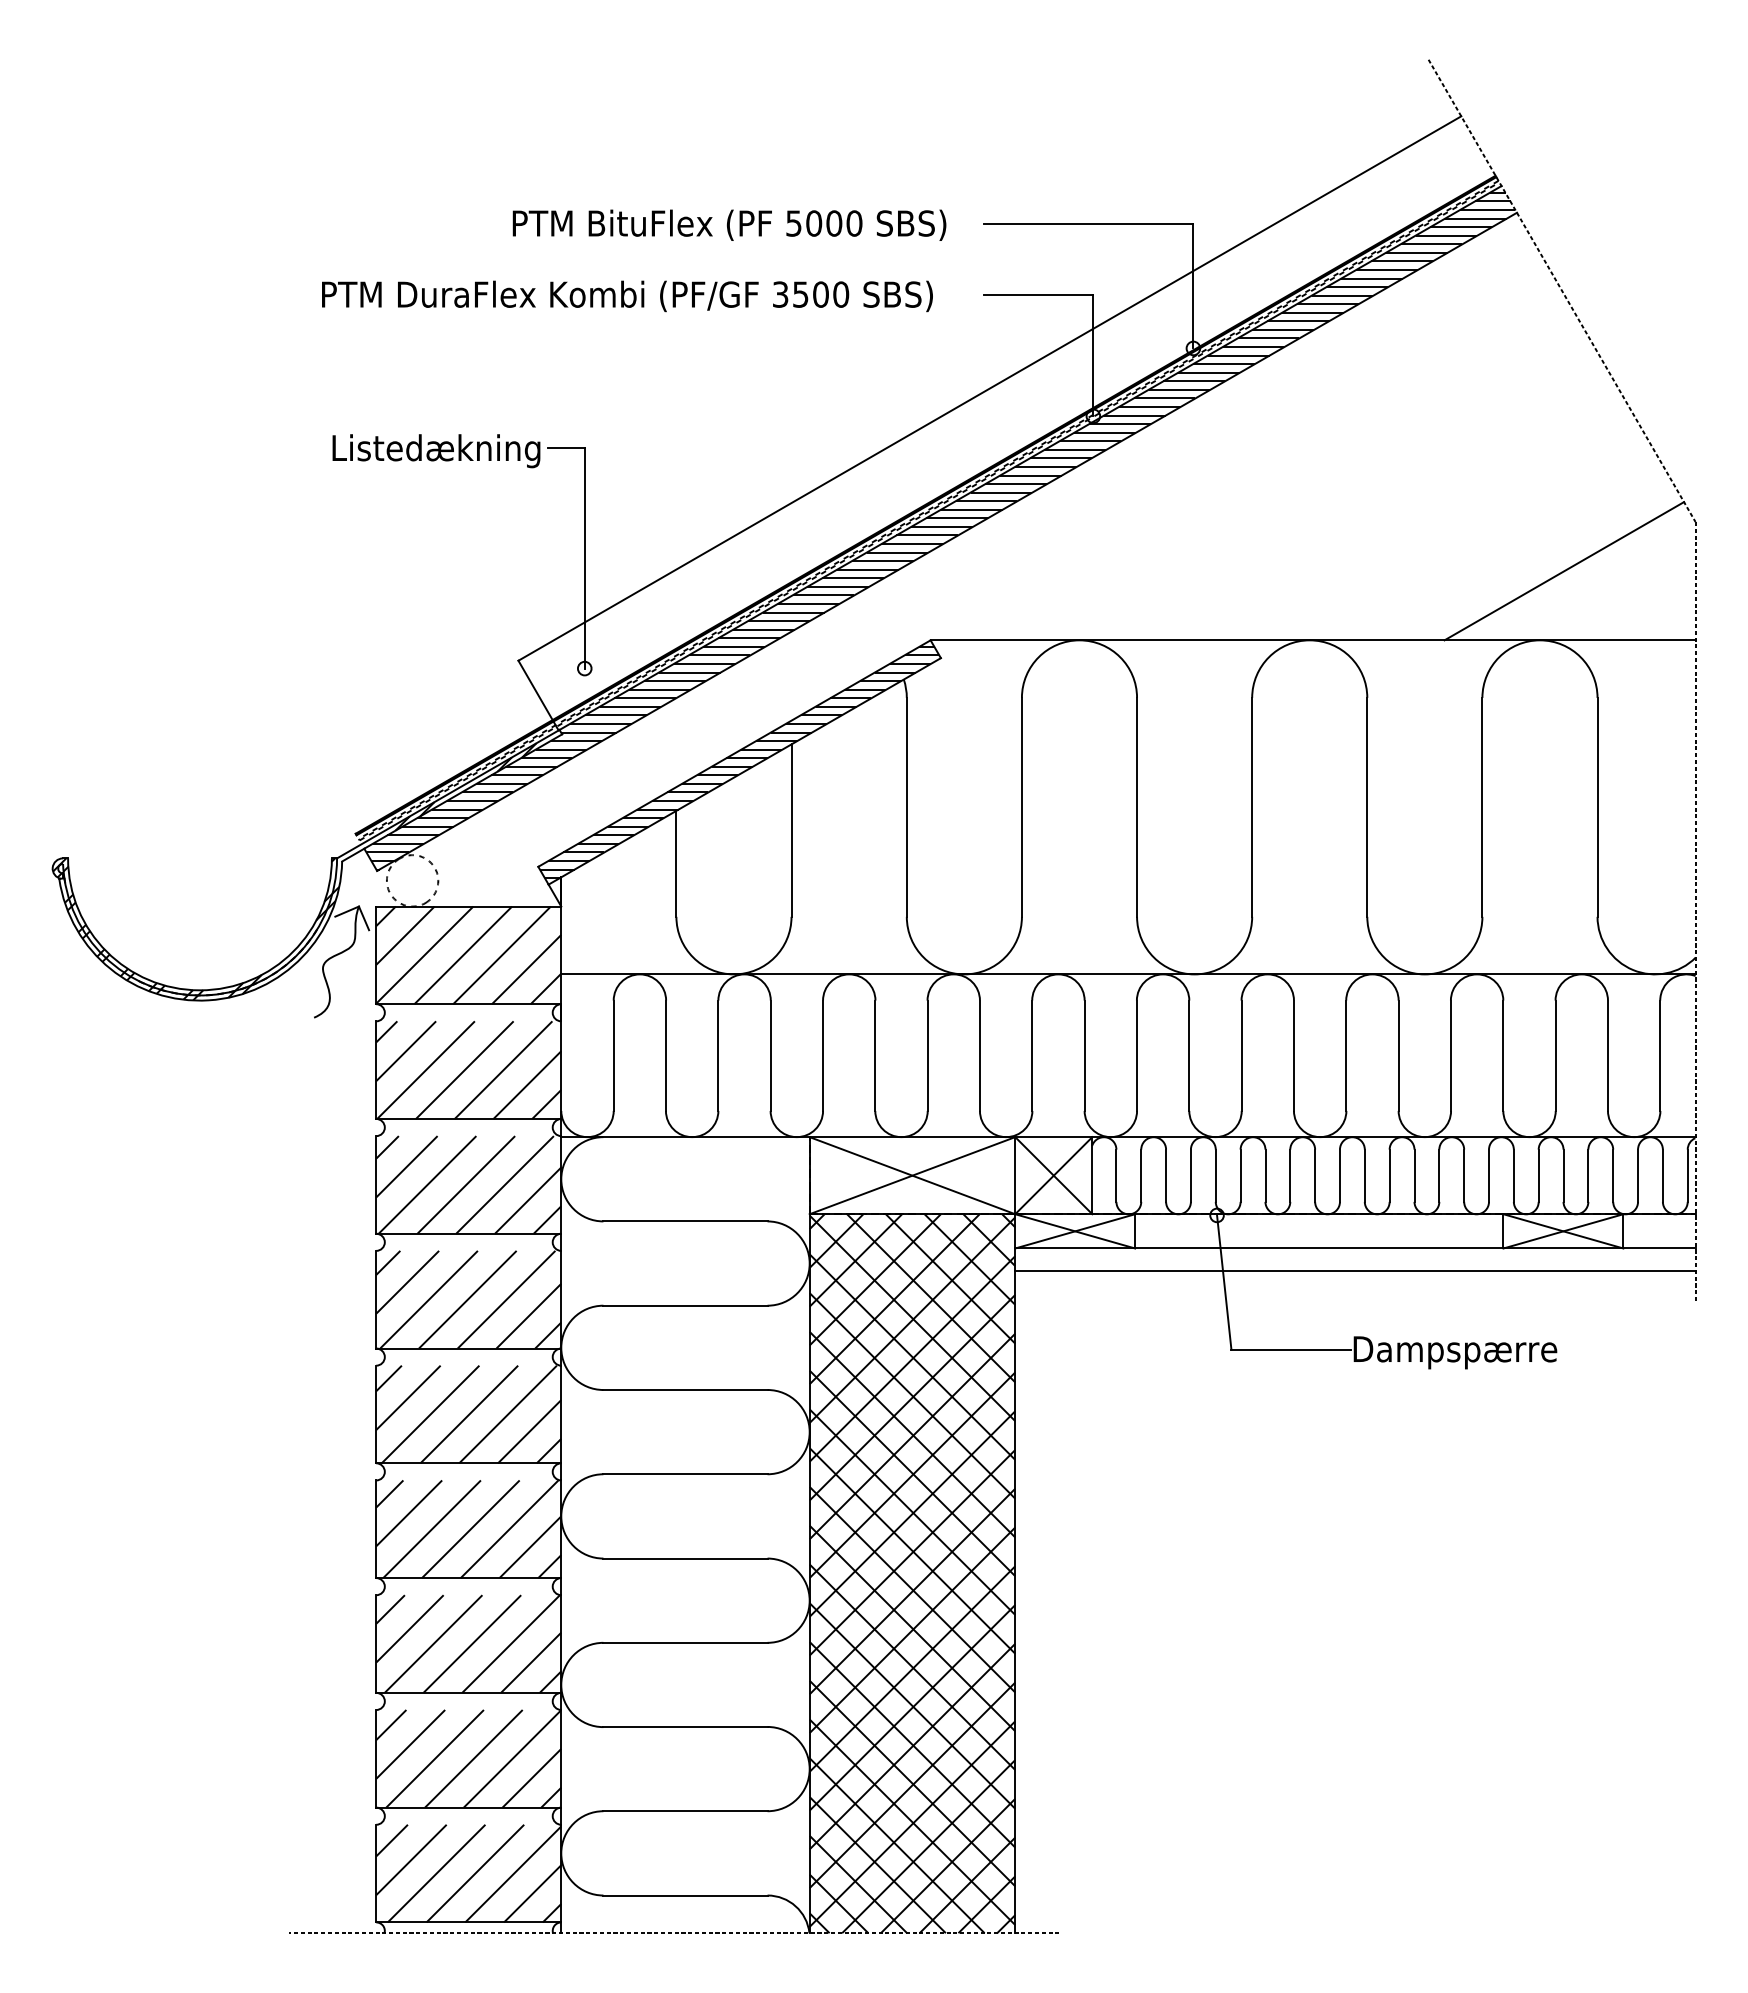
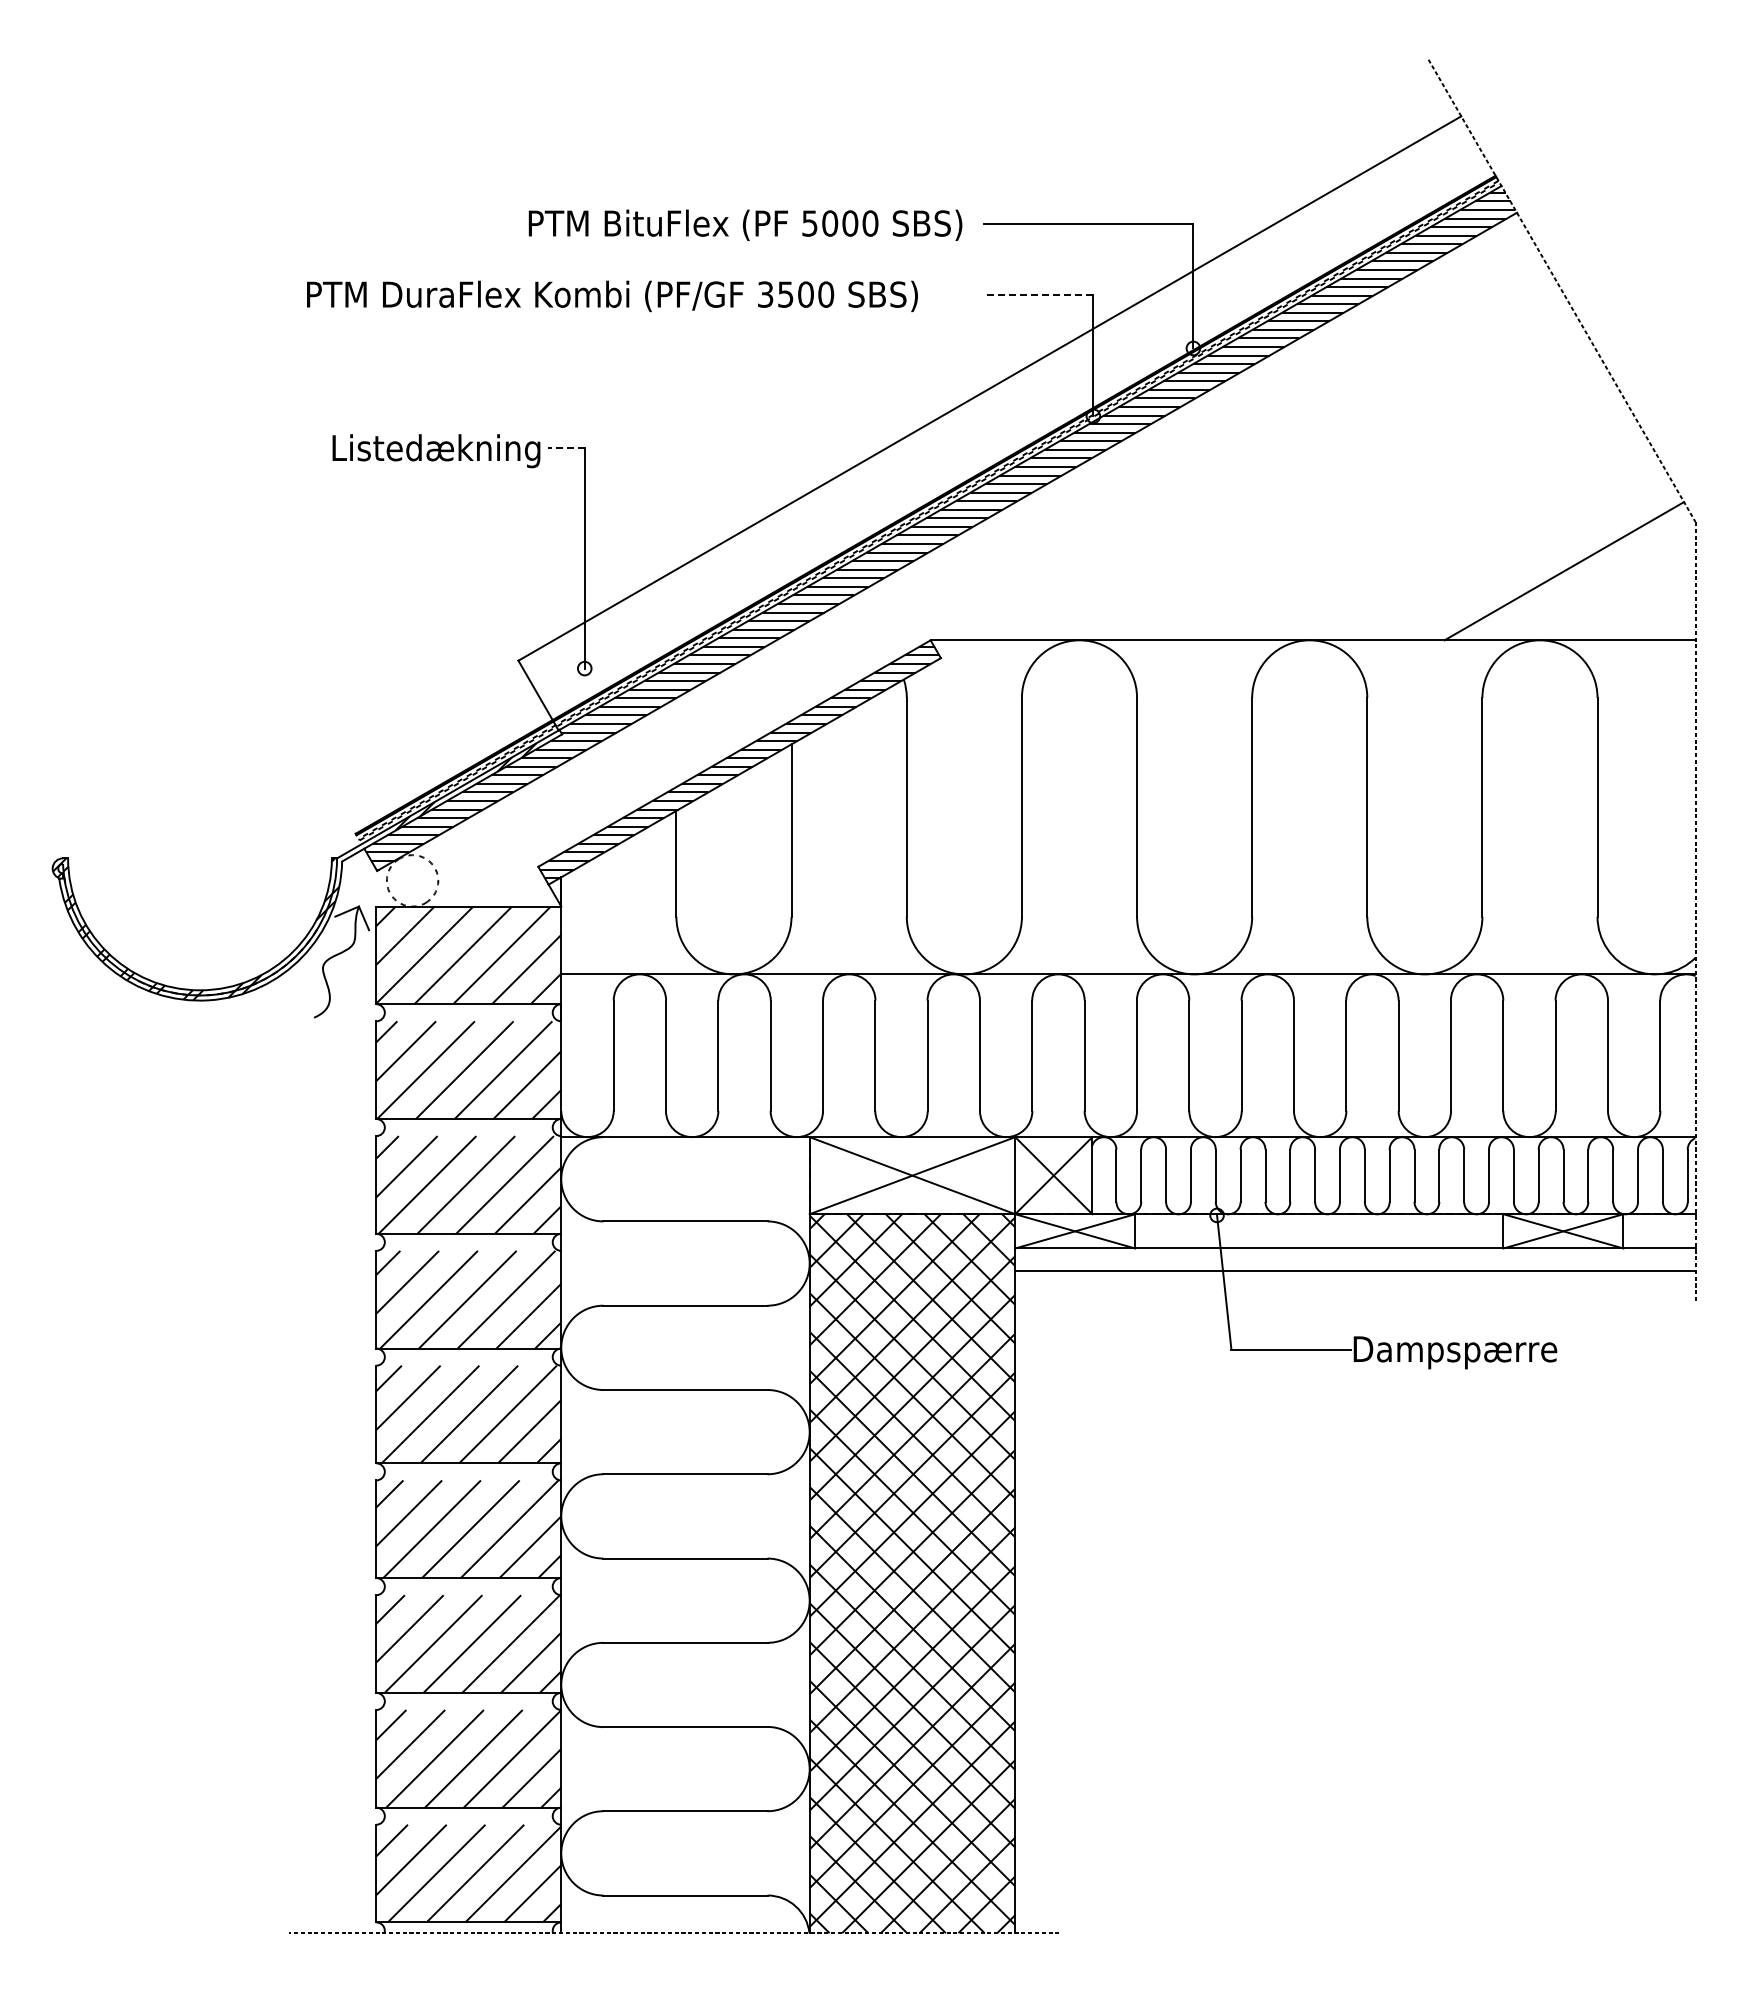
text at (729, 224) position: (729, 224) -> (745, 224)
line at (1038, 294): solid -> dashed
text at (627, 296) position: (627, 296) -> (612, 296)
line at (566, 448): solid -> dashed
